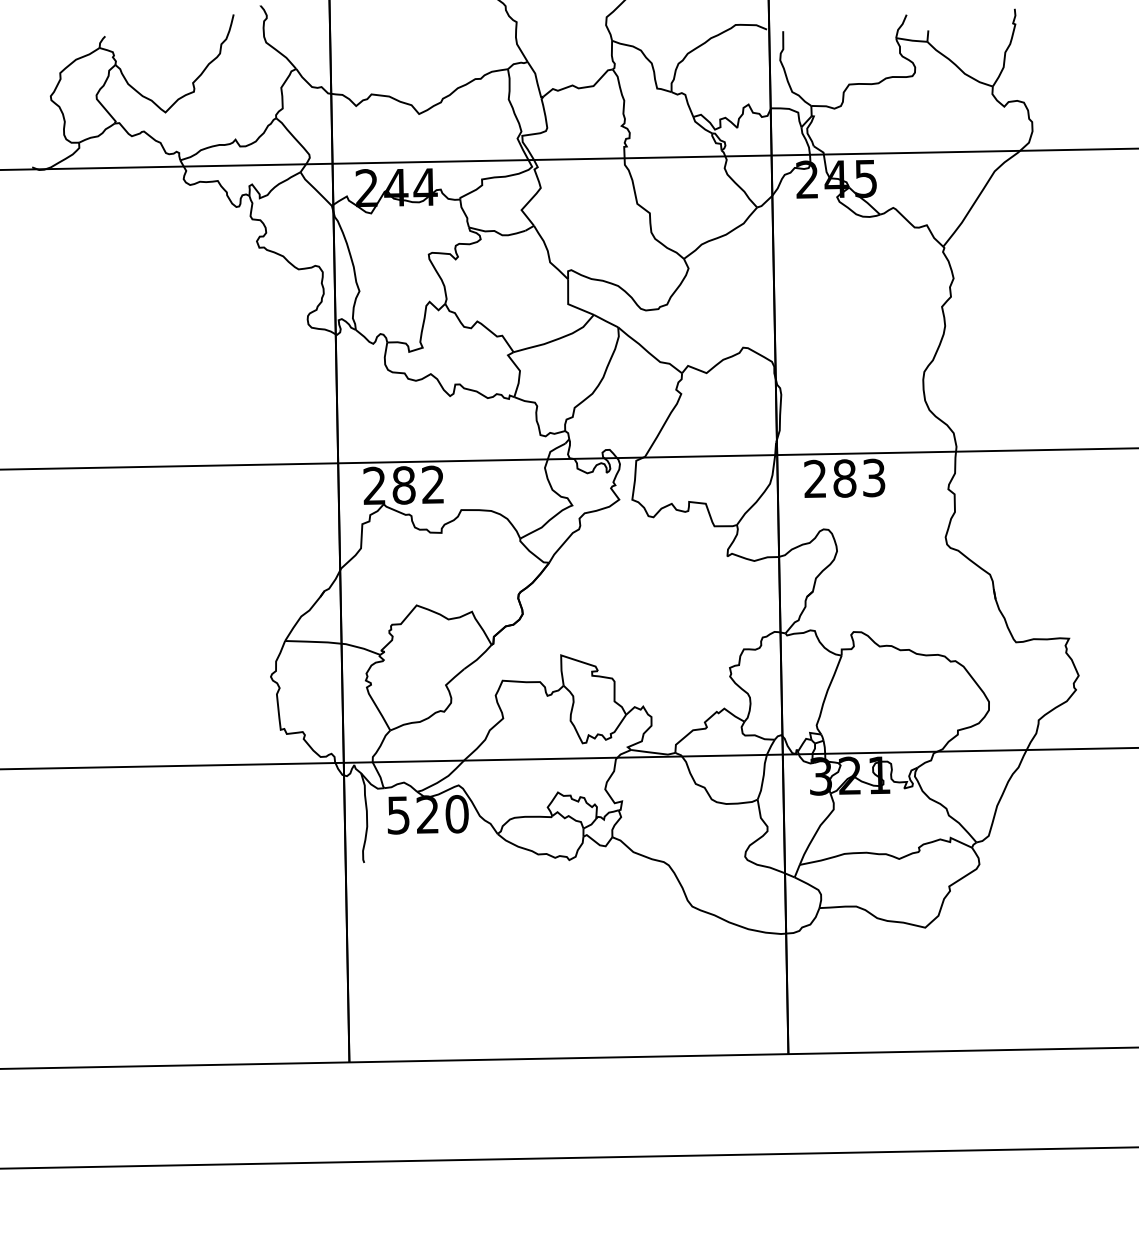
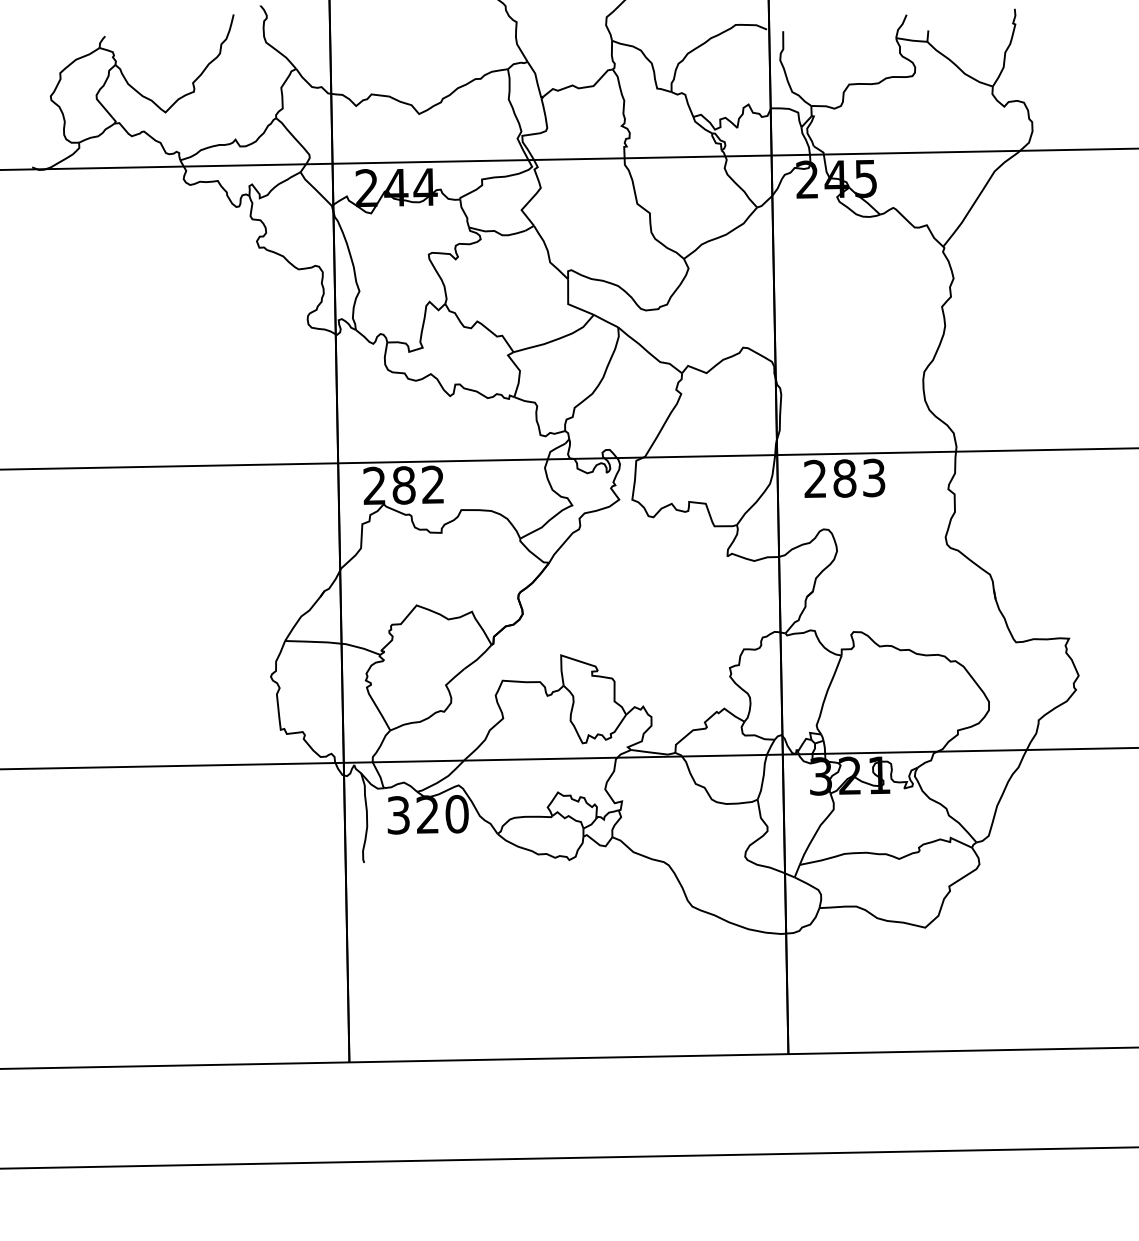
text at (398, 815): 520 -> 320
